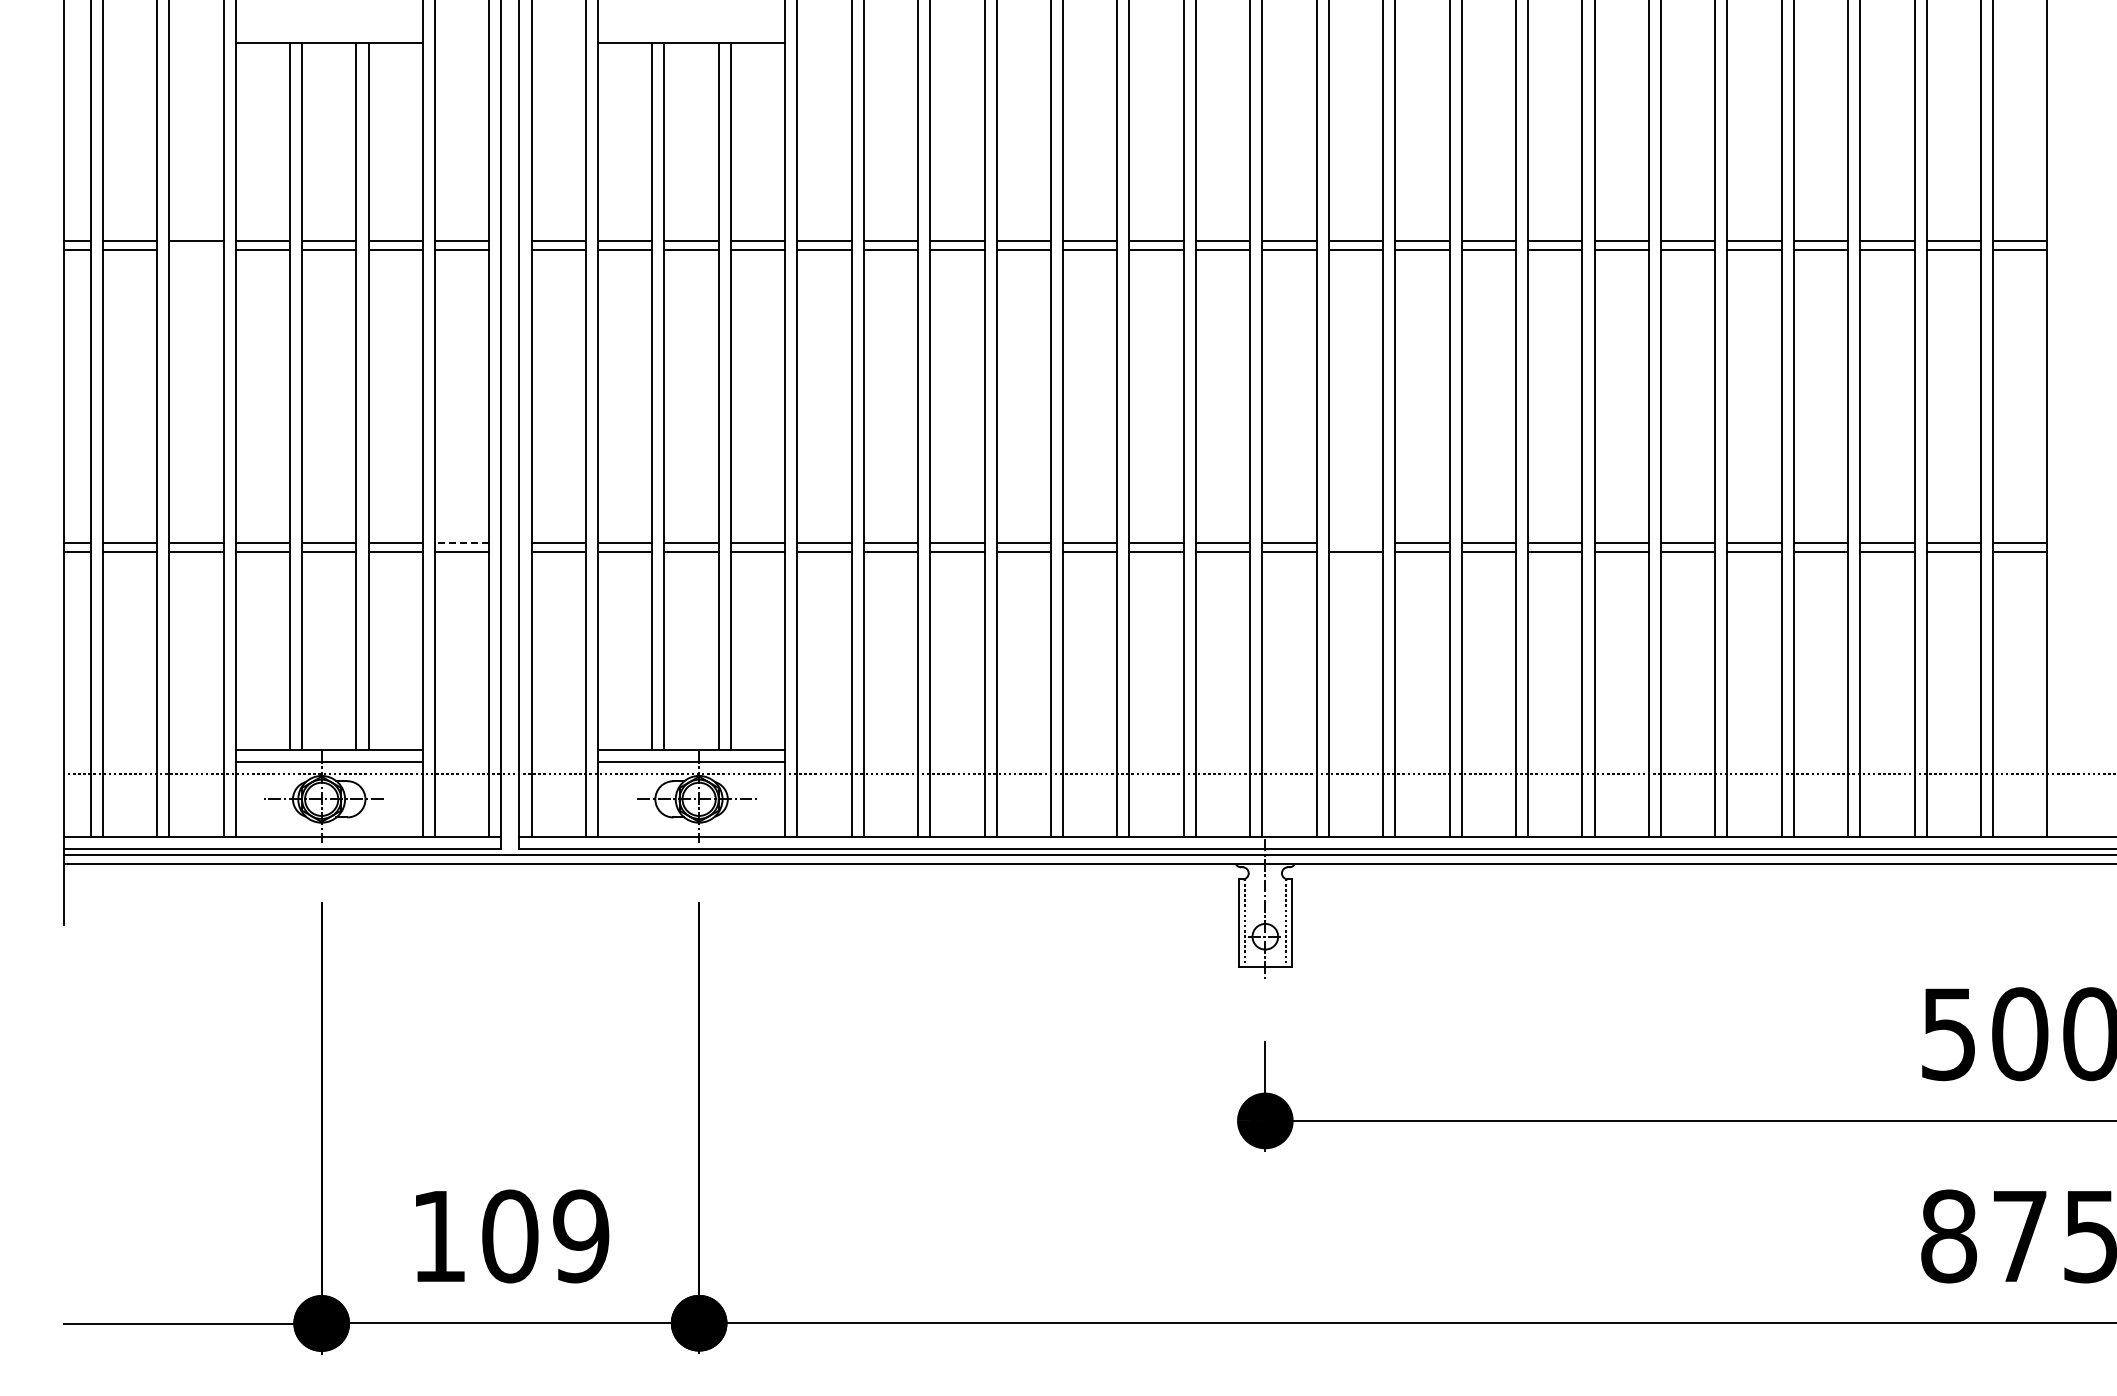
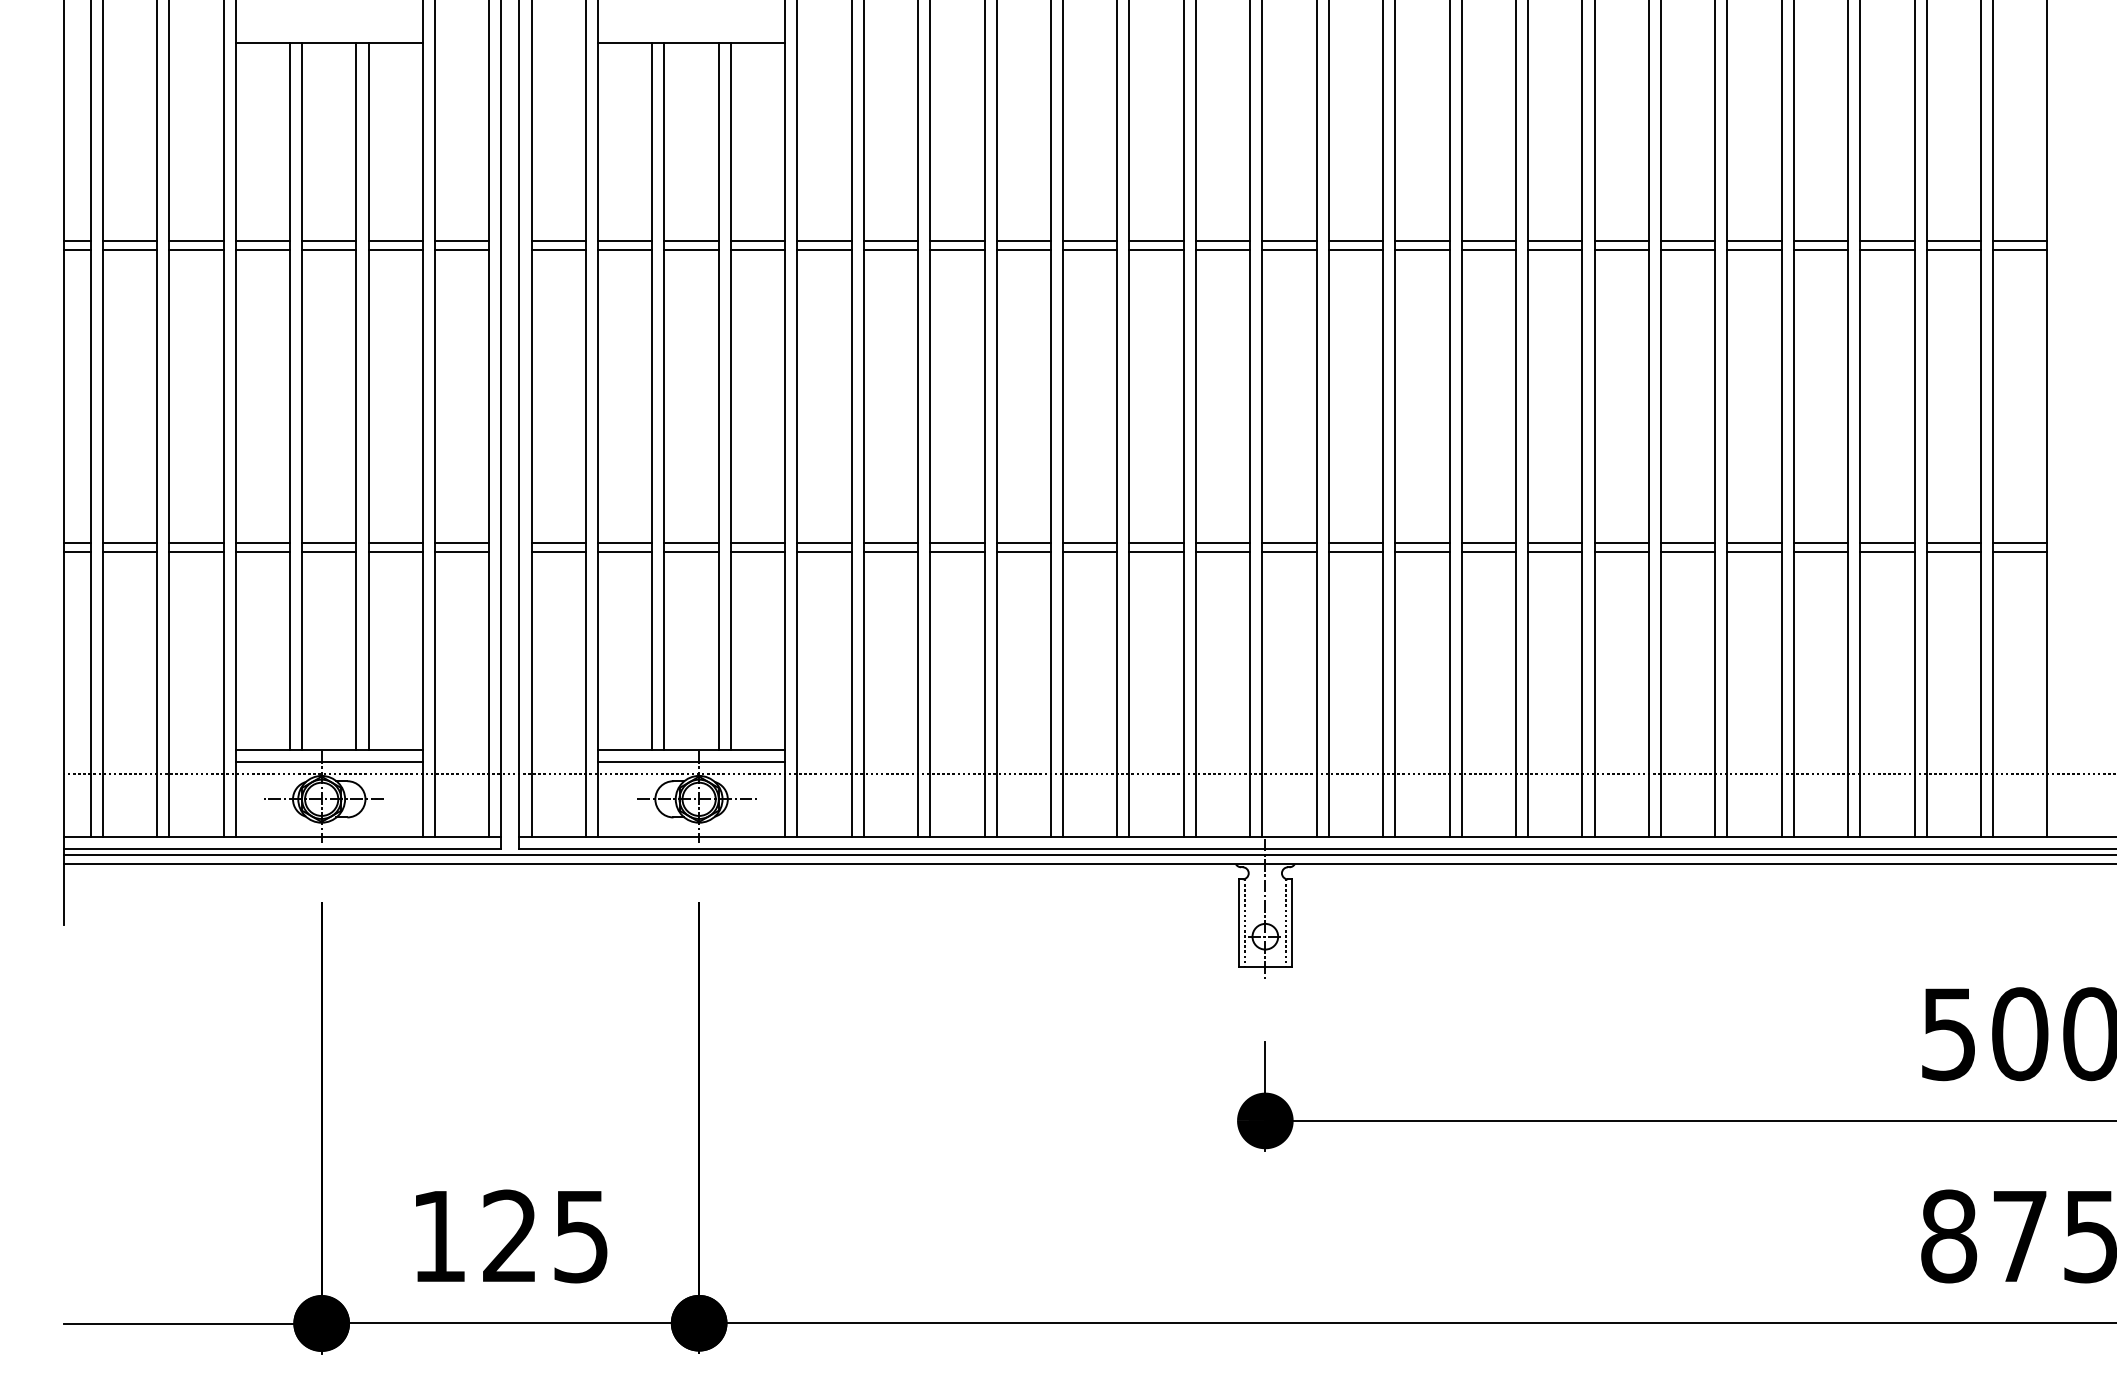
line at (196, 249): none -> present
line at (461, 542): dashed -> solid
line at (1355, 542): none -> present
text at (545, 1236): 109 -> 125
